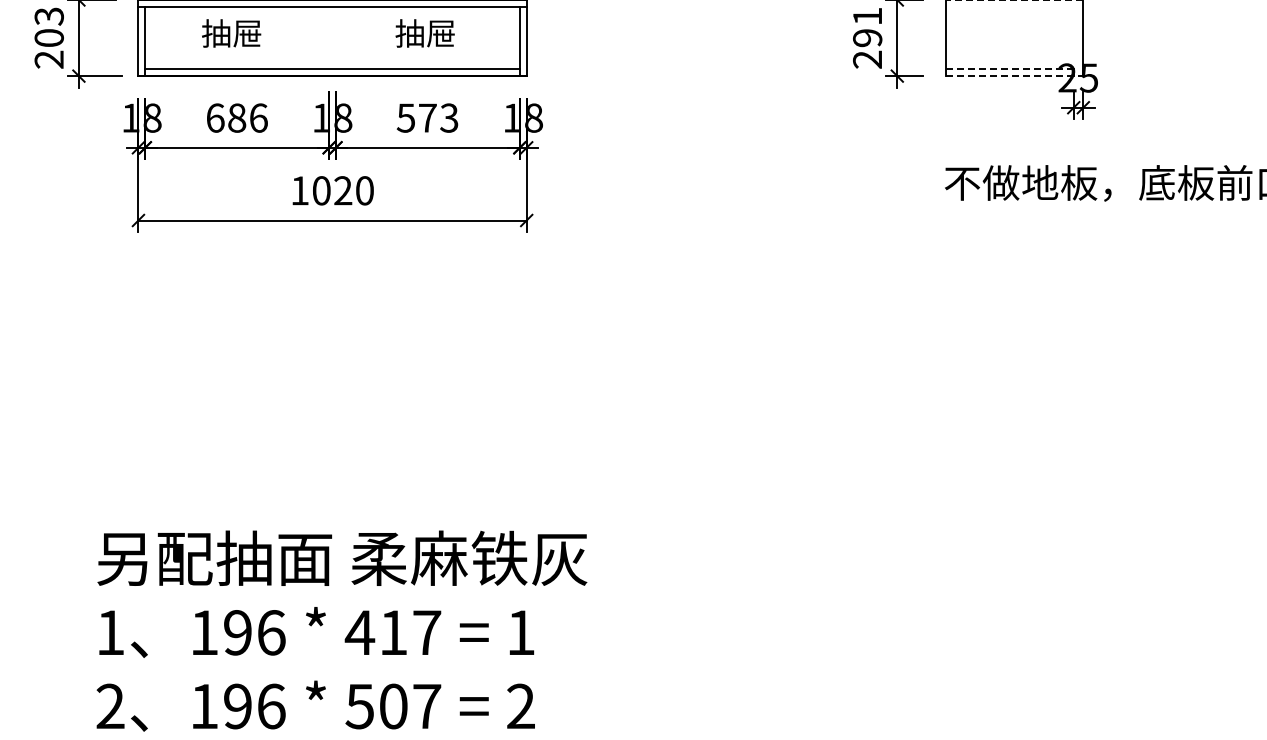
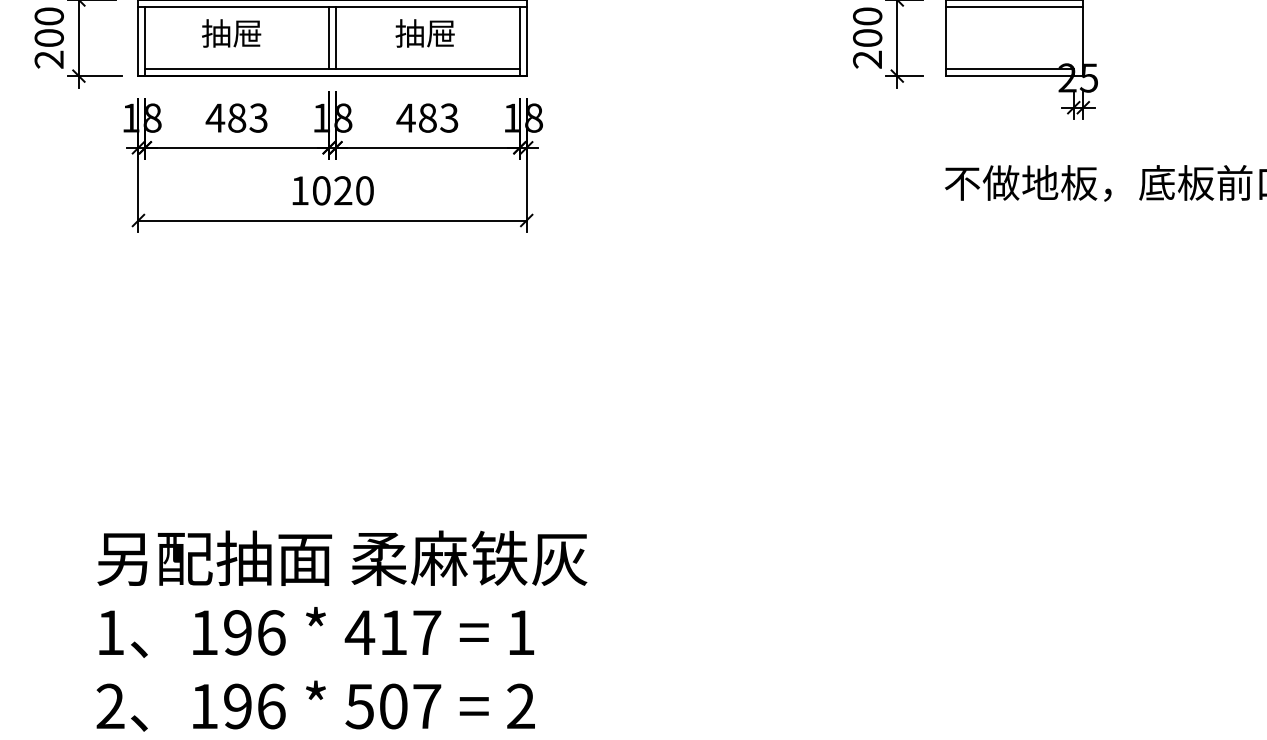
line at (1014, 0): dashed -> solid
line at (1014, 6): none -> present
text at (48, 16): 203 -> 200
text at (867, 27): 291 -> 200
line at (329, 37): none -> present
line at (336, 37): none -> present
line at (1010, 69): dashed -> solid
line at (1014, 76): dashed -> solid
text at (236, 117): 686 -> 483
text at (416, 117): 573 -> 483
